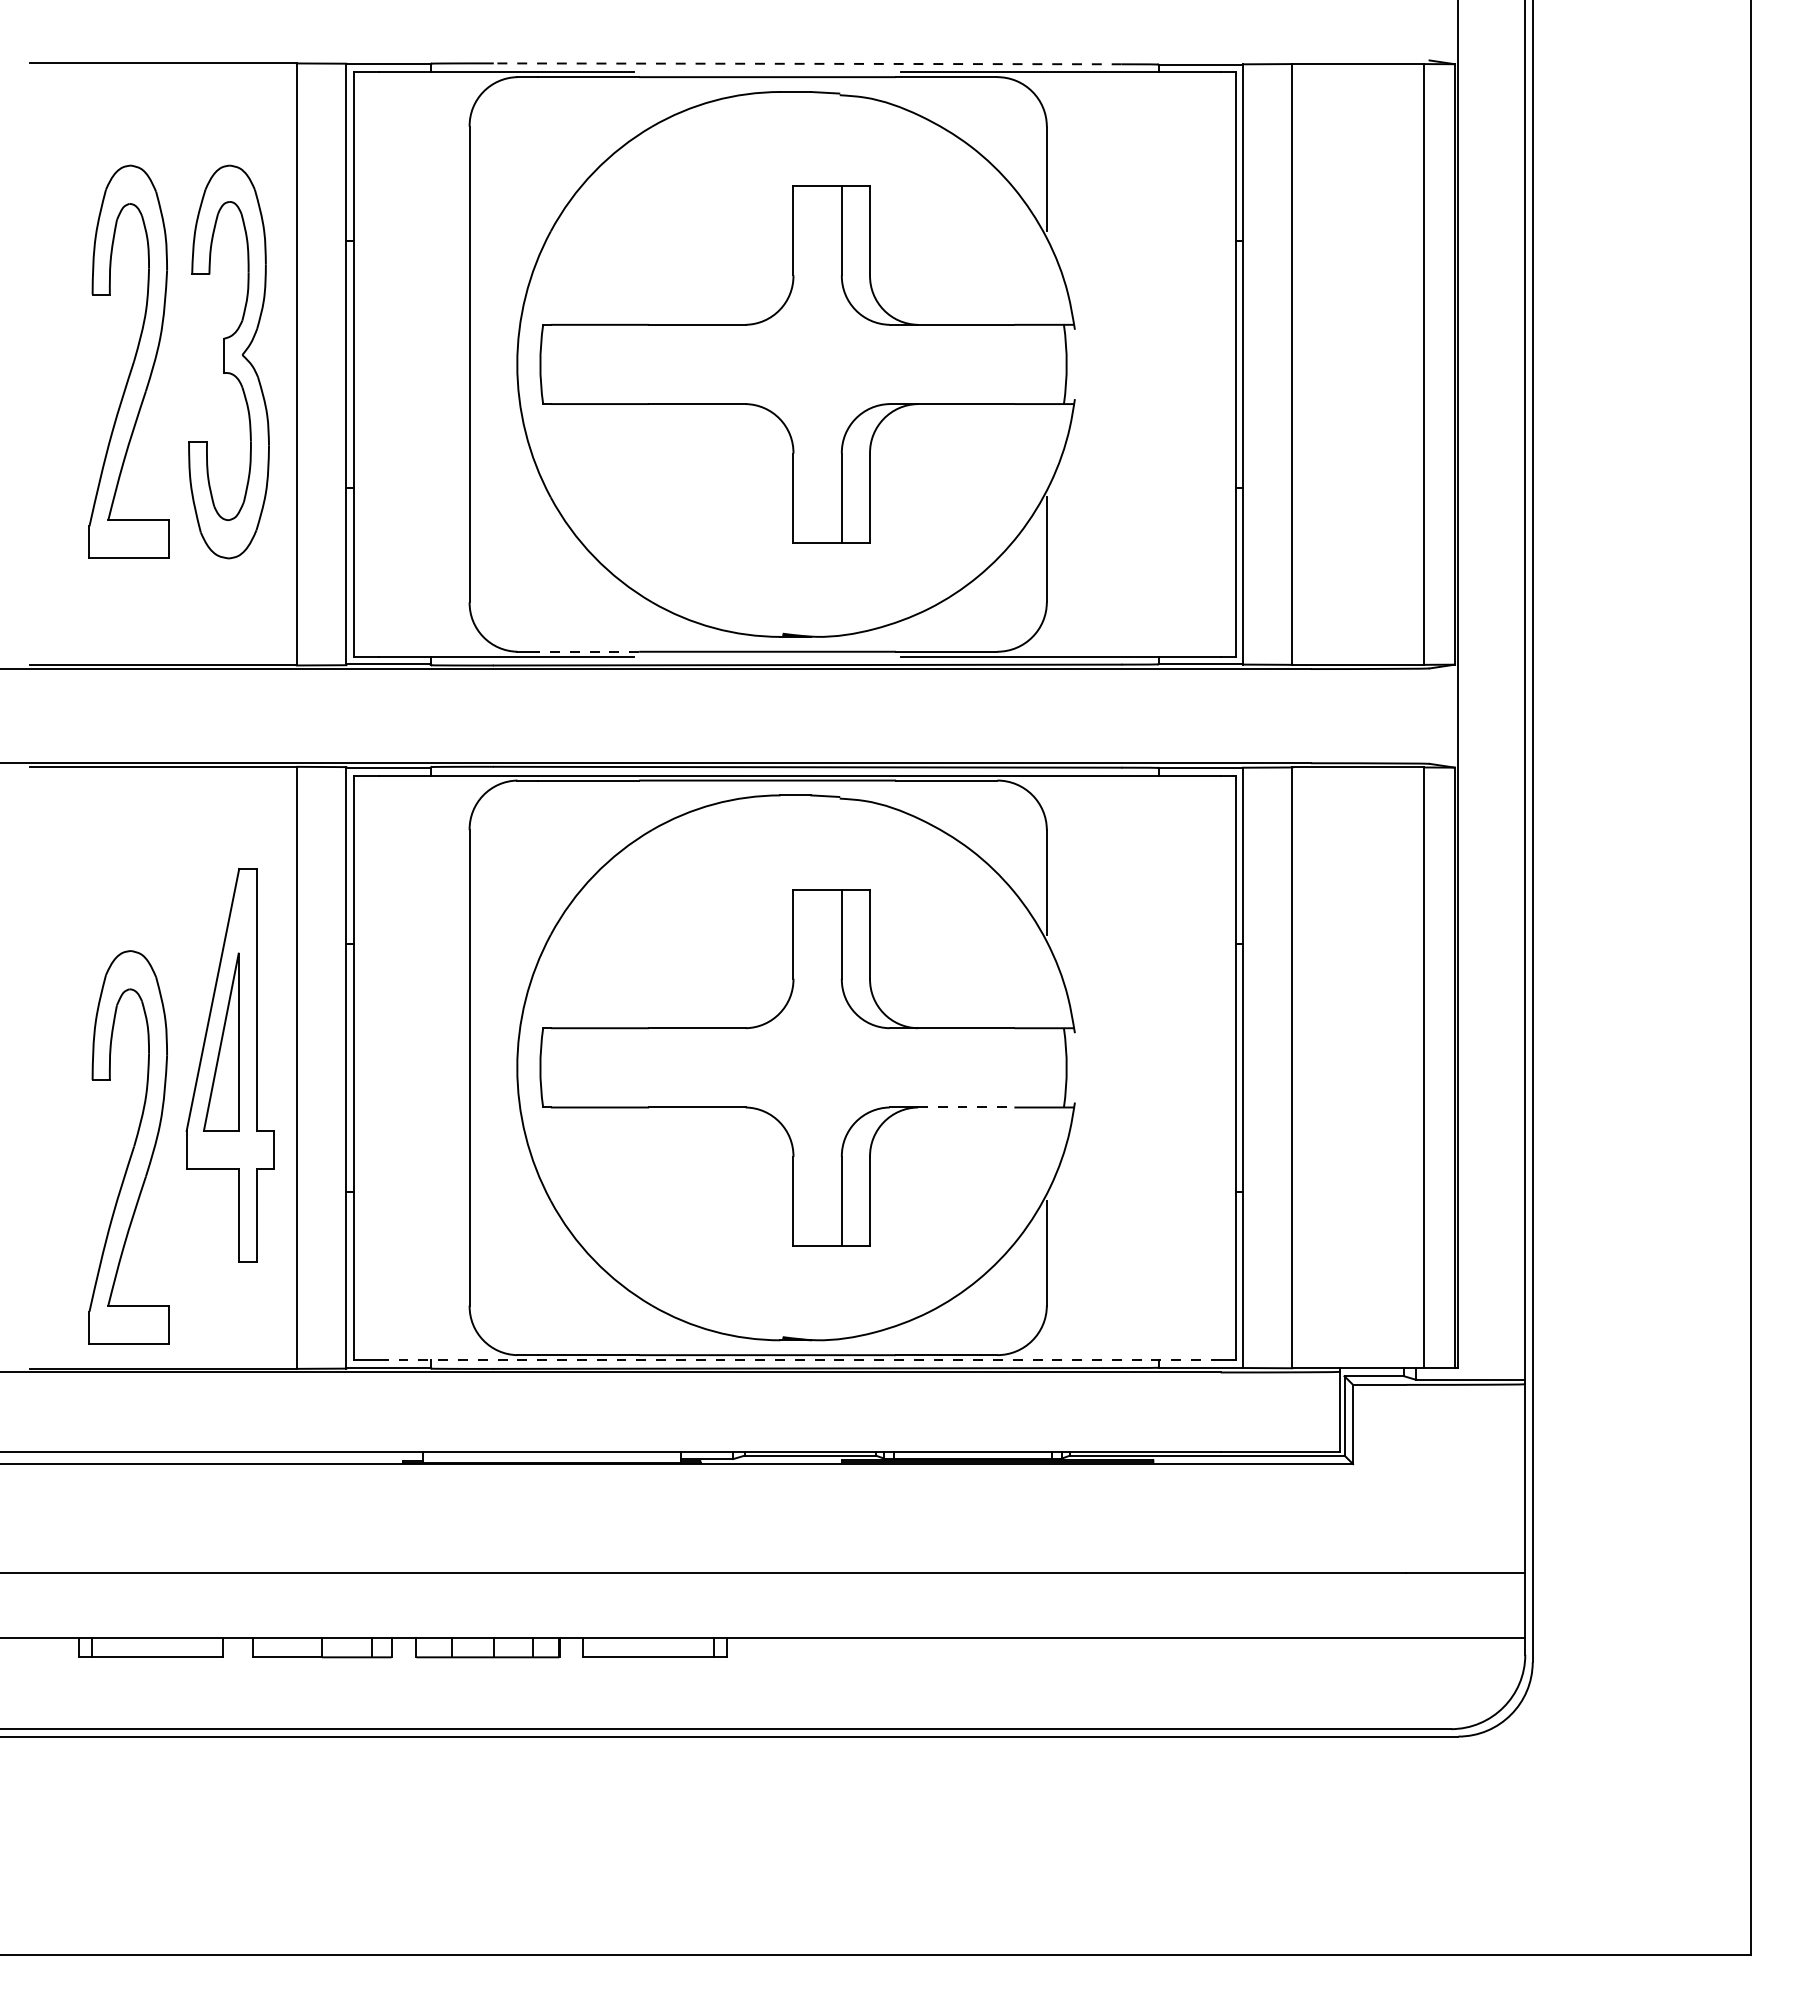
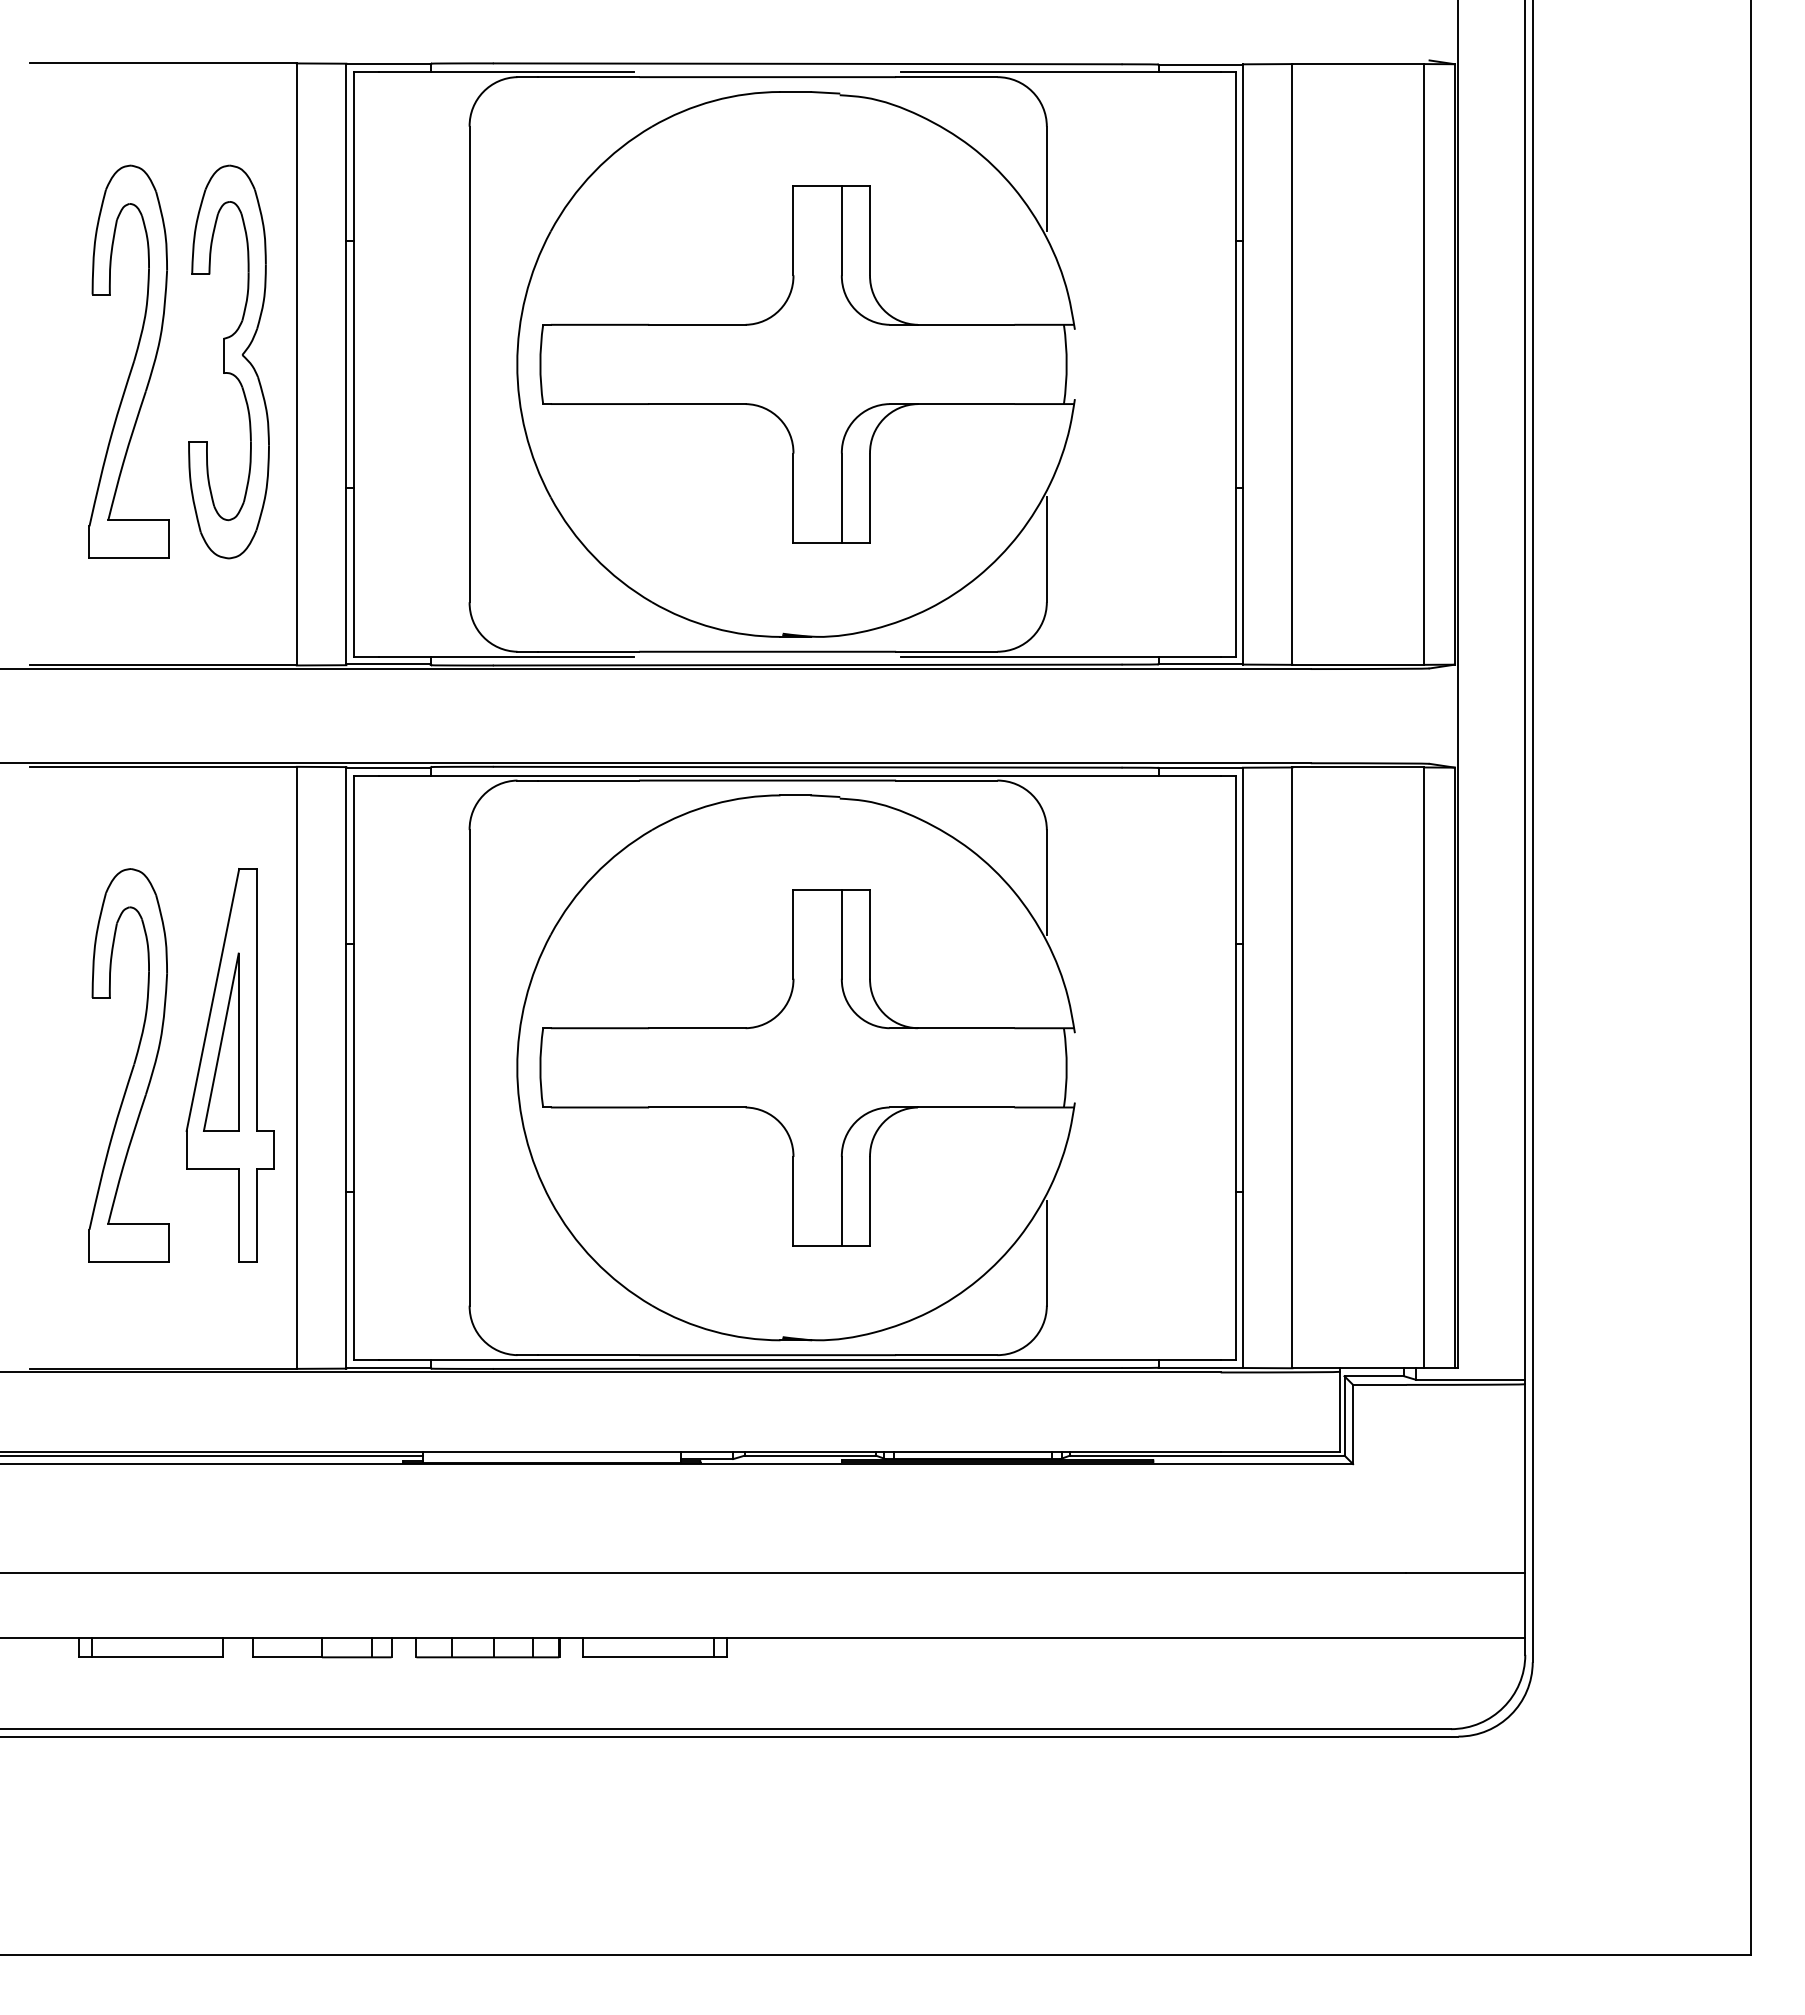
line at (807, 63): dashed -> solid
line at (588, 651): dashed -> solid
line at (966, 1107): dashed -> solid
part at (128, 1147) position: (128, 1147) -> (128, 1065)
line at (800, 1360): dashed -> solid
line at (212, 1455): none -> present
